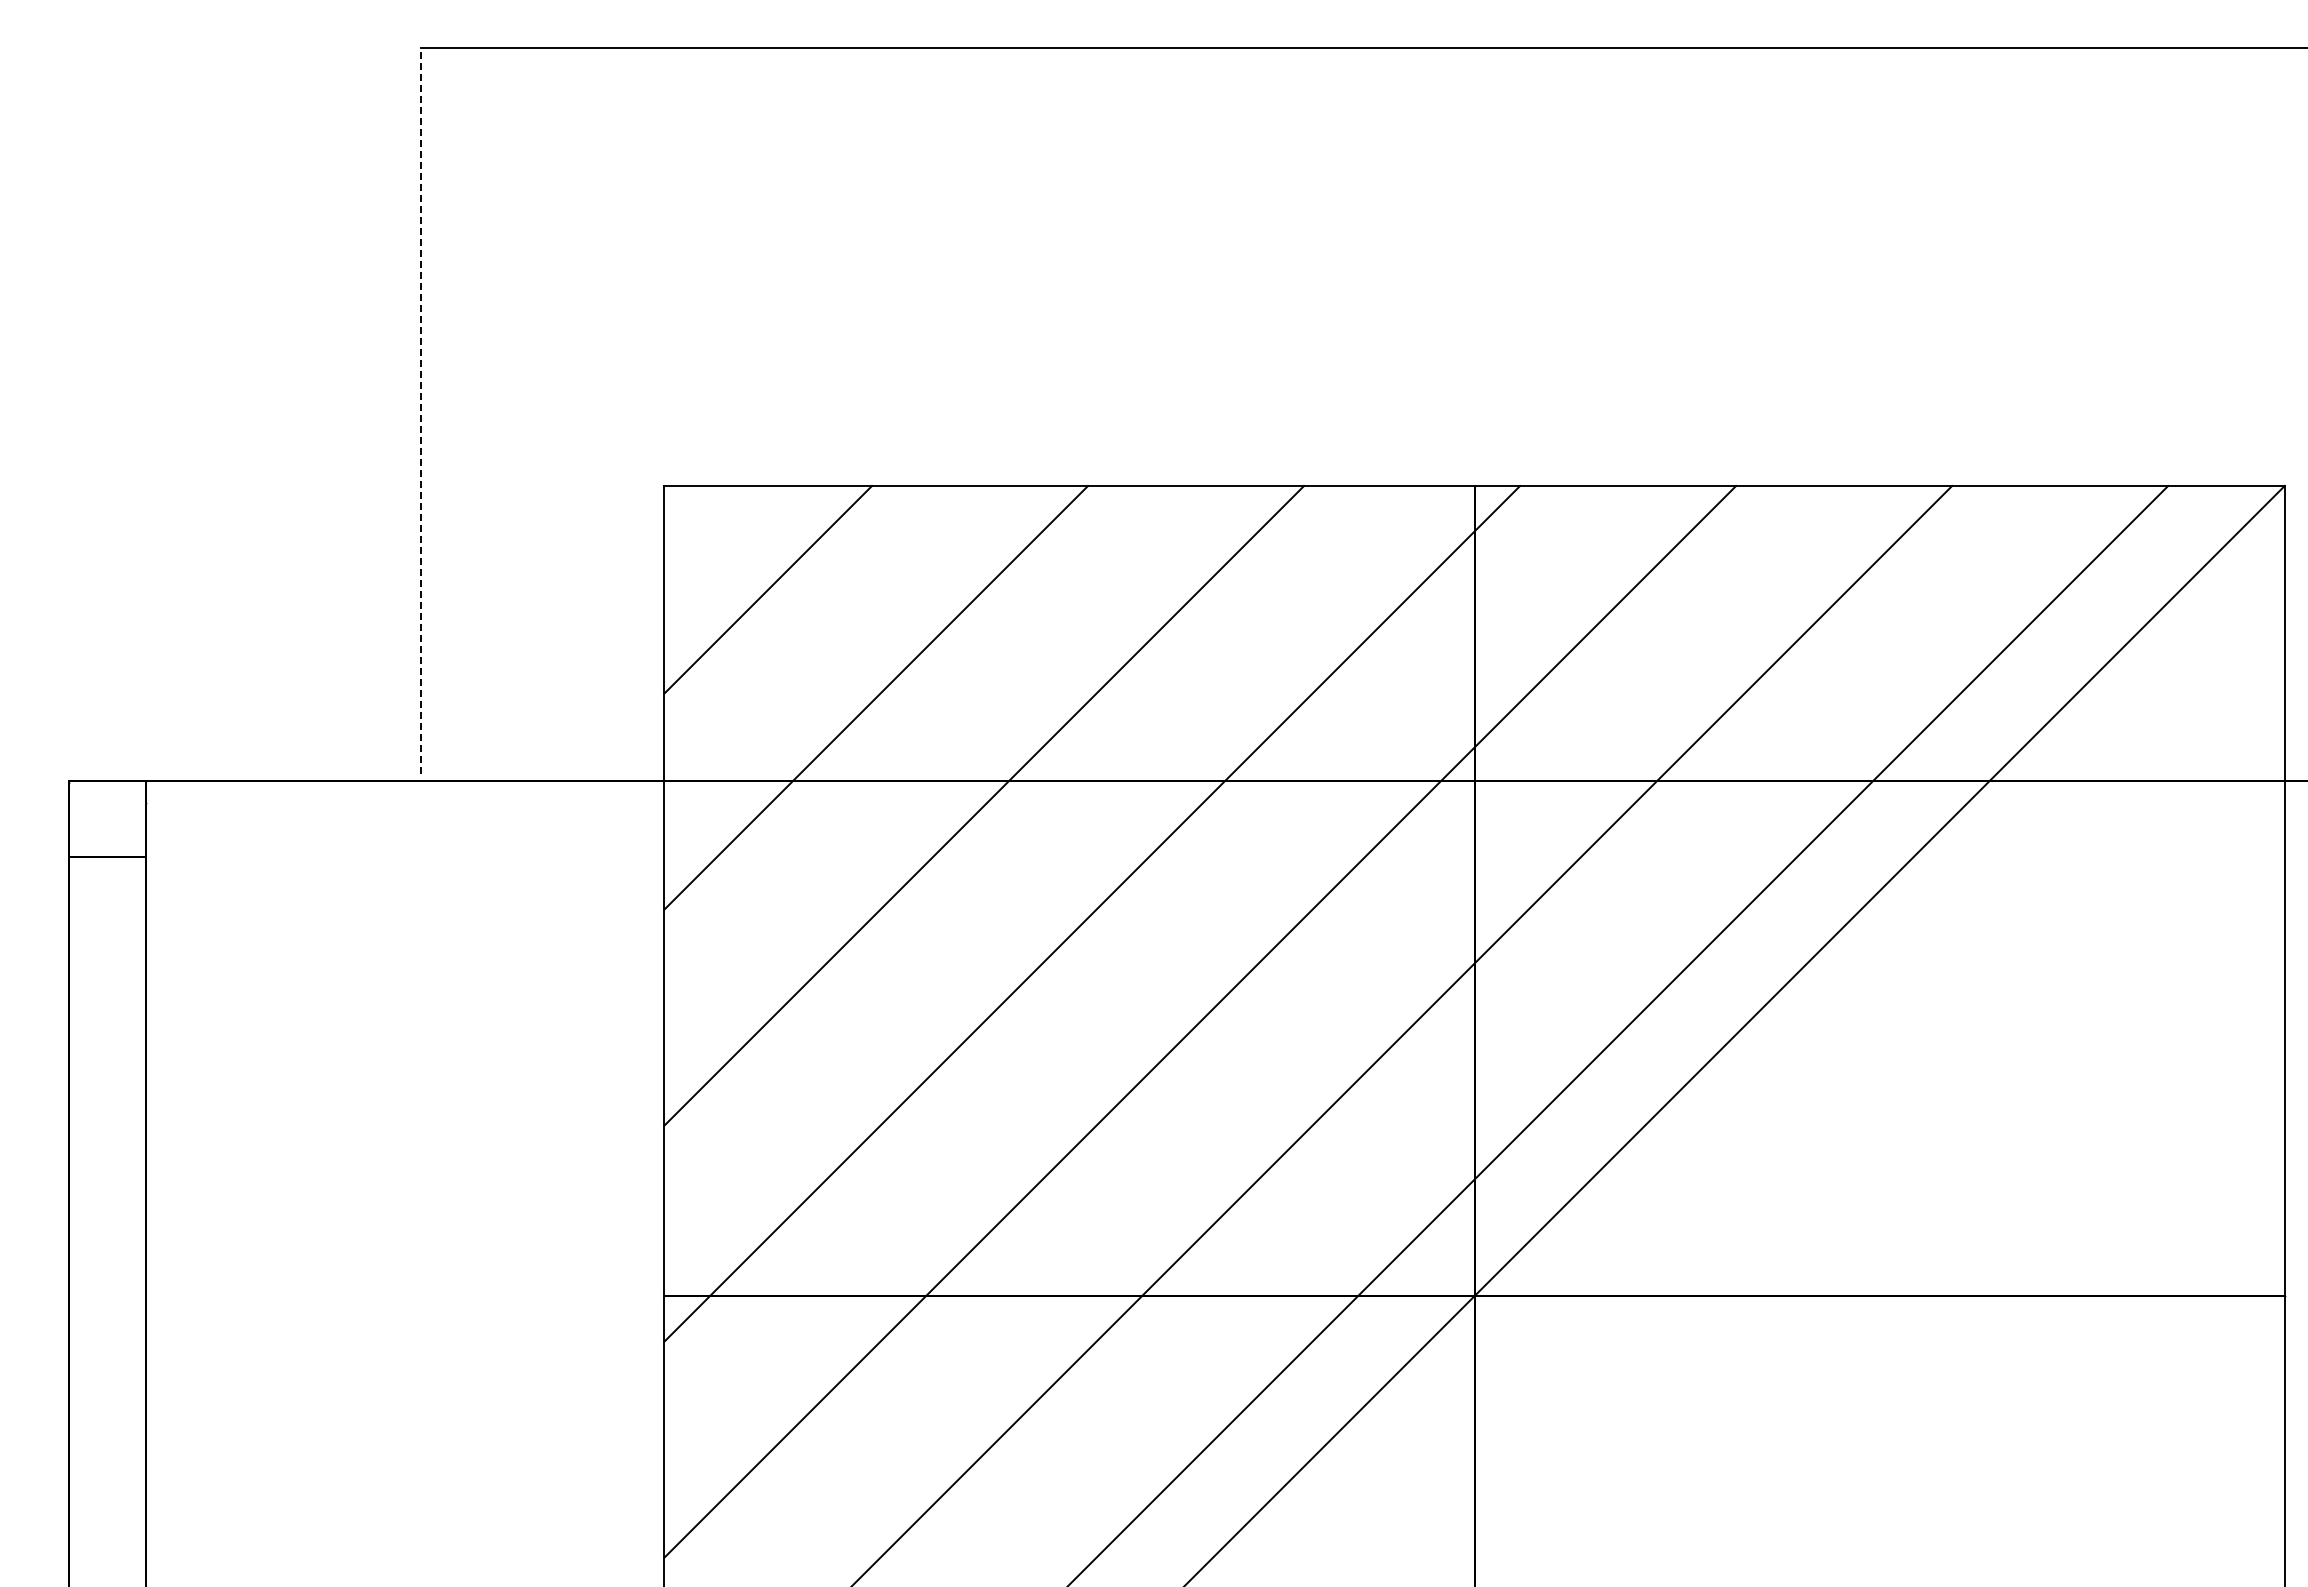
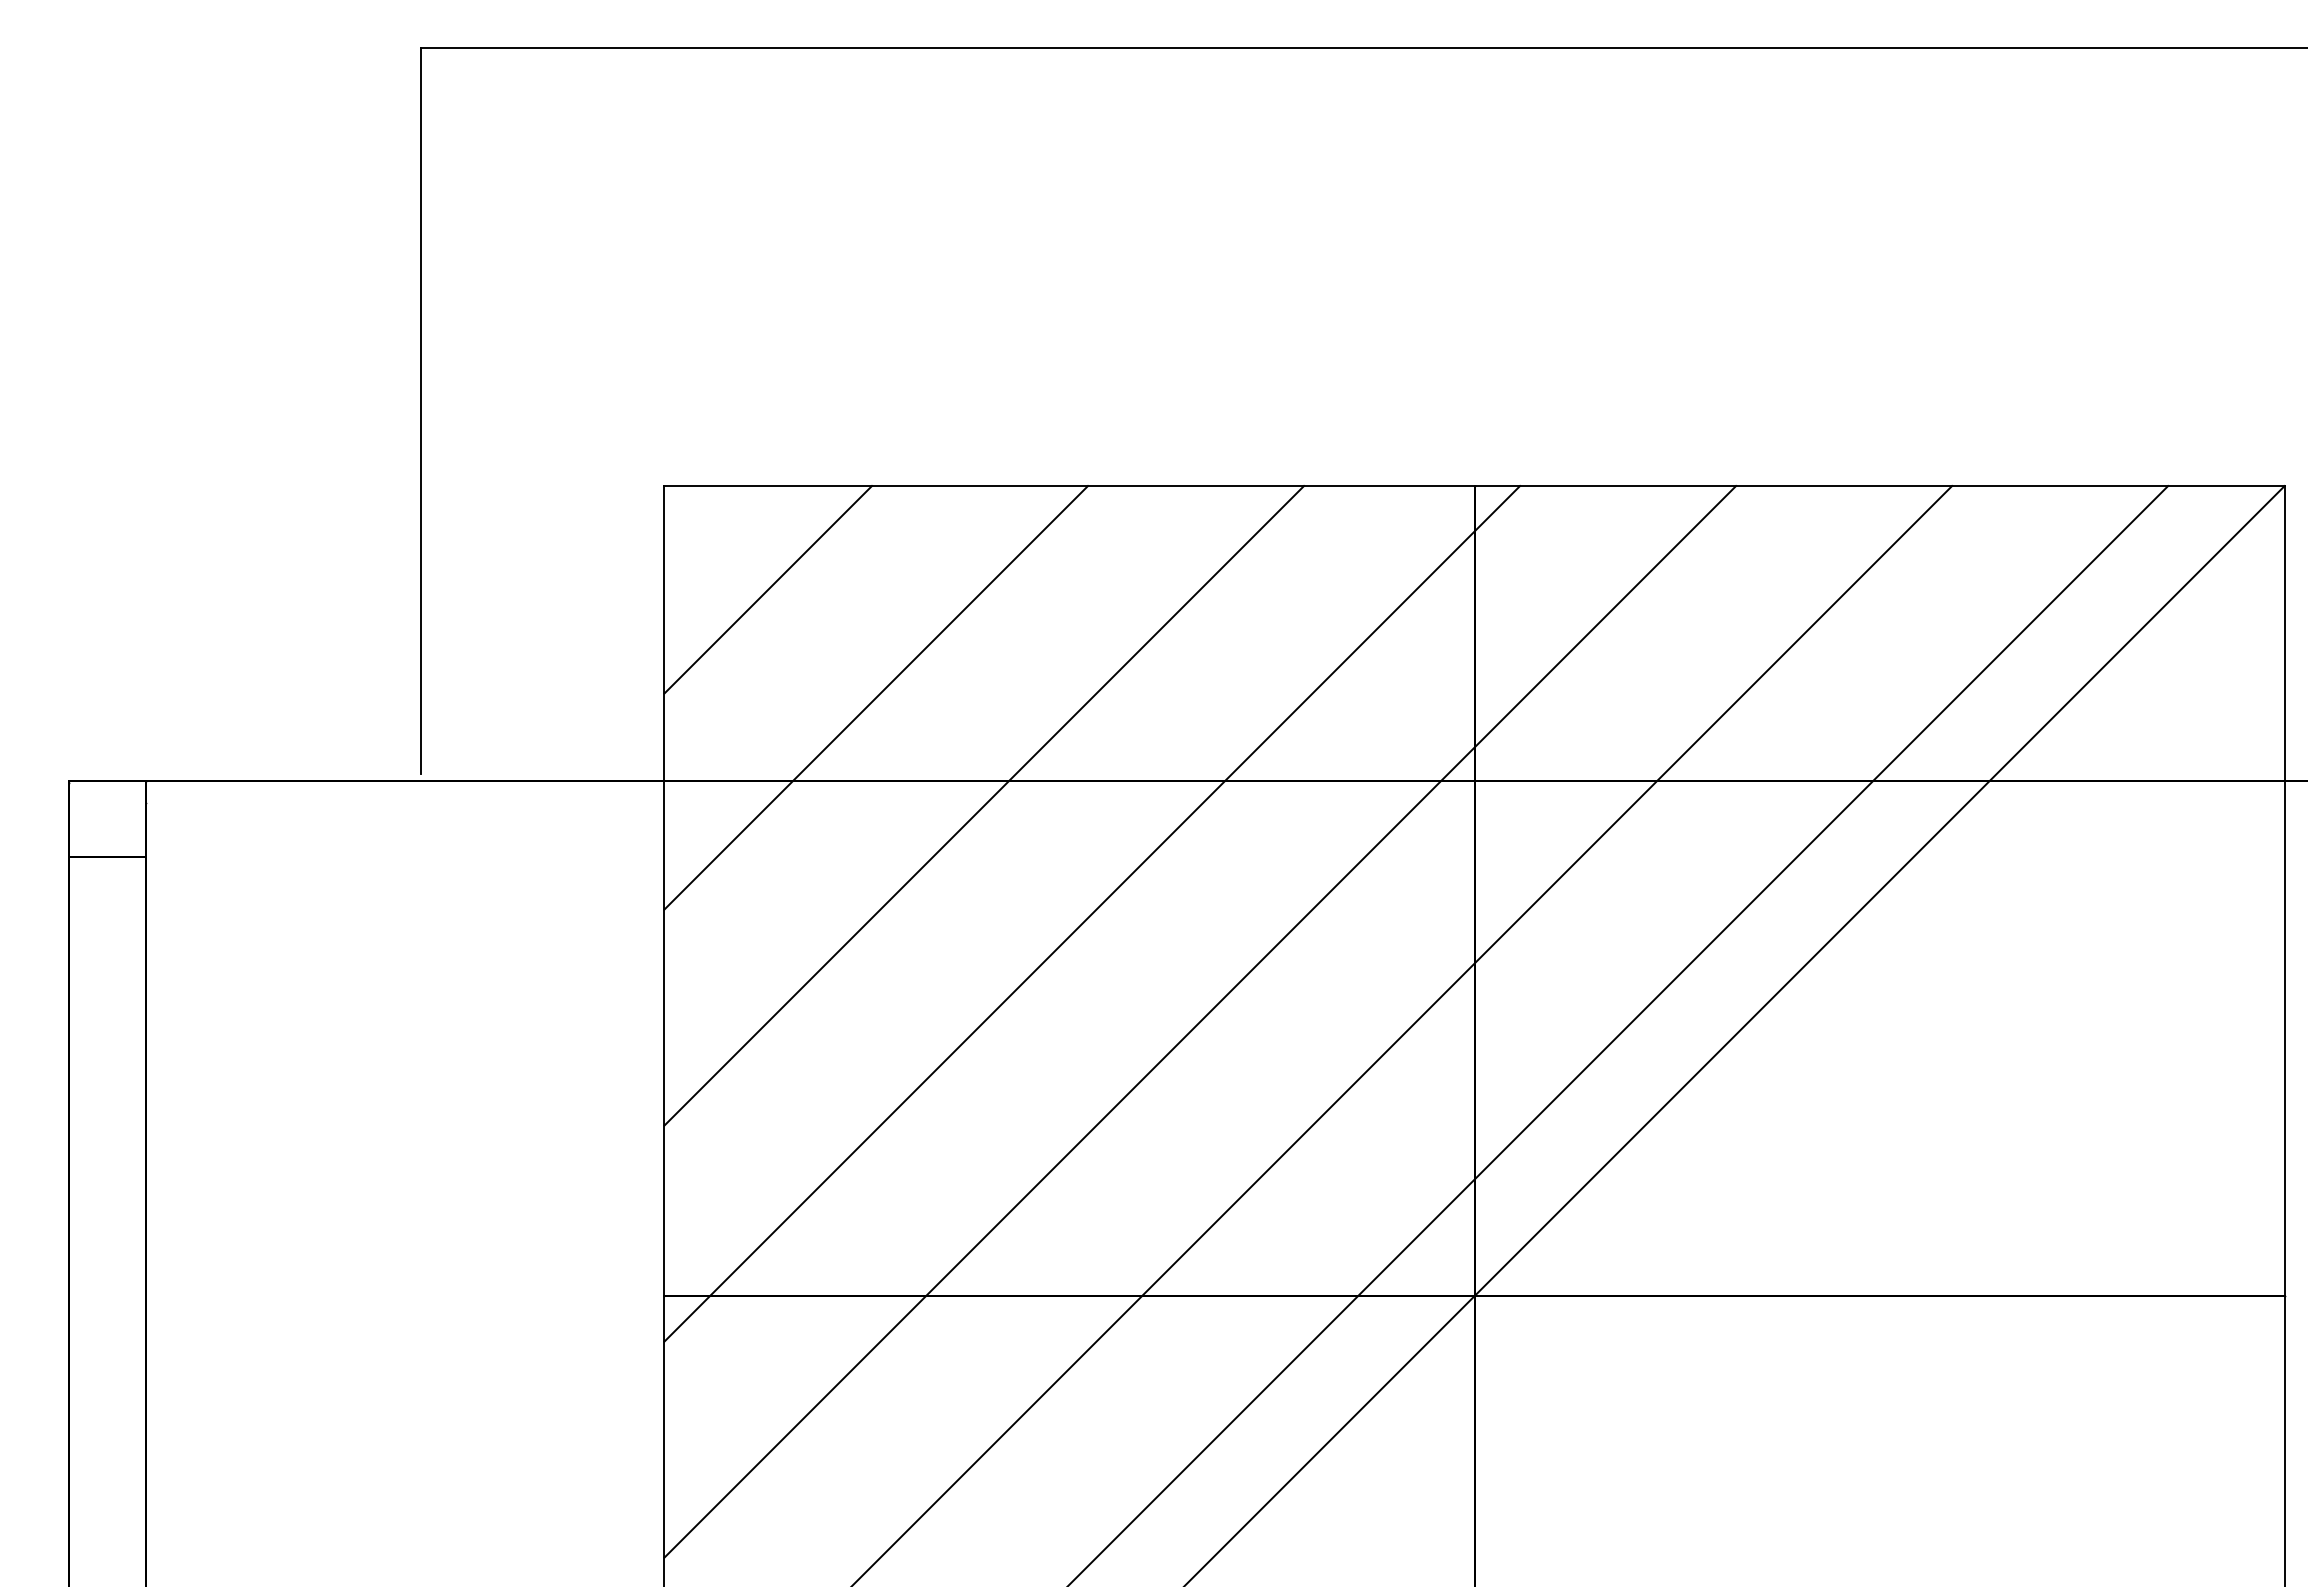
line at (420, 410): dashed -> solid
